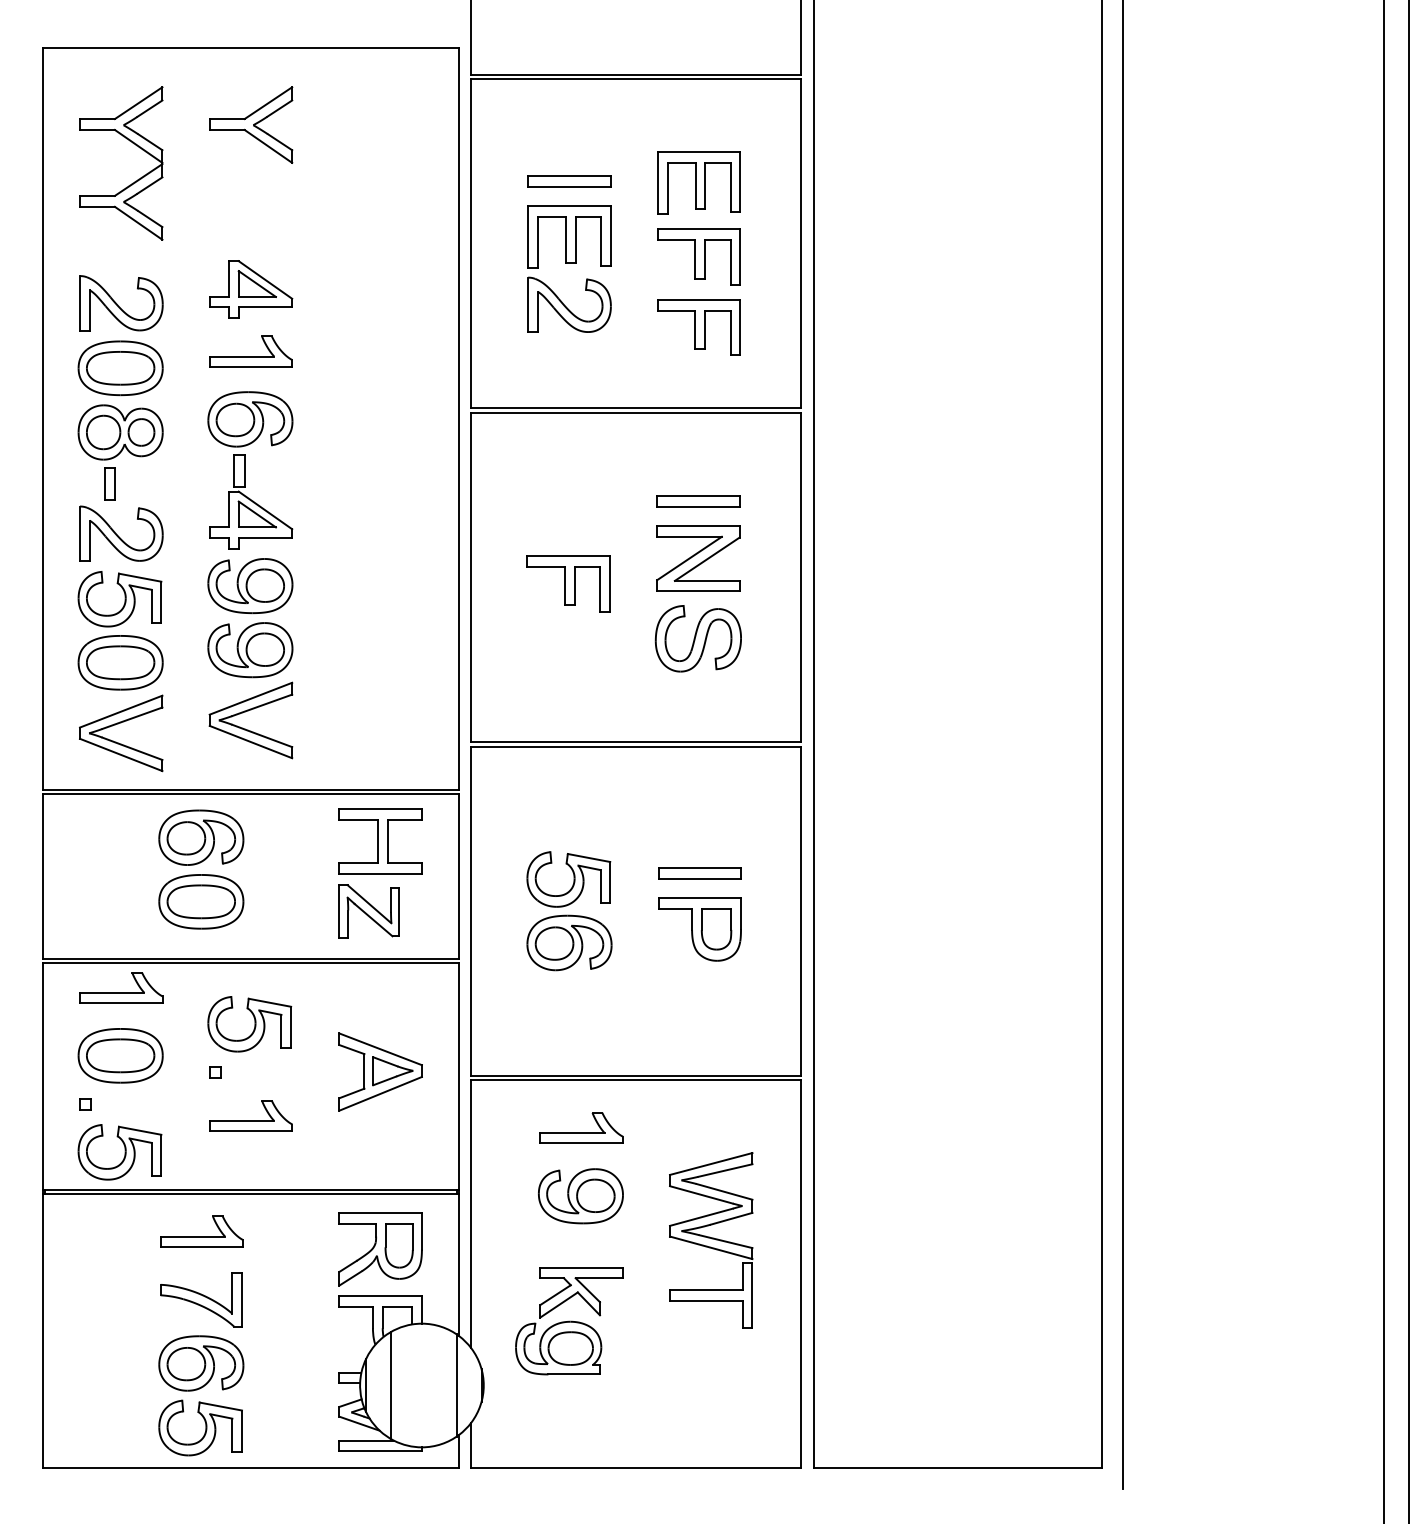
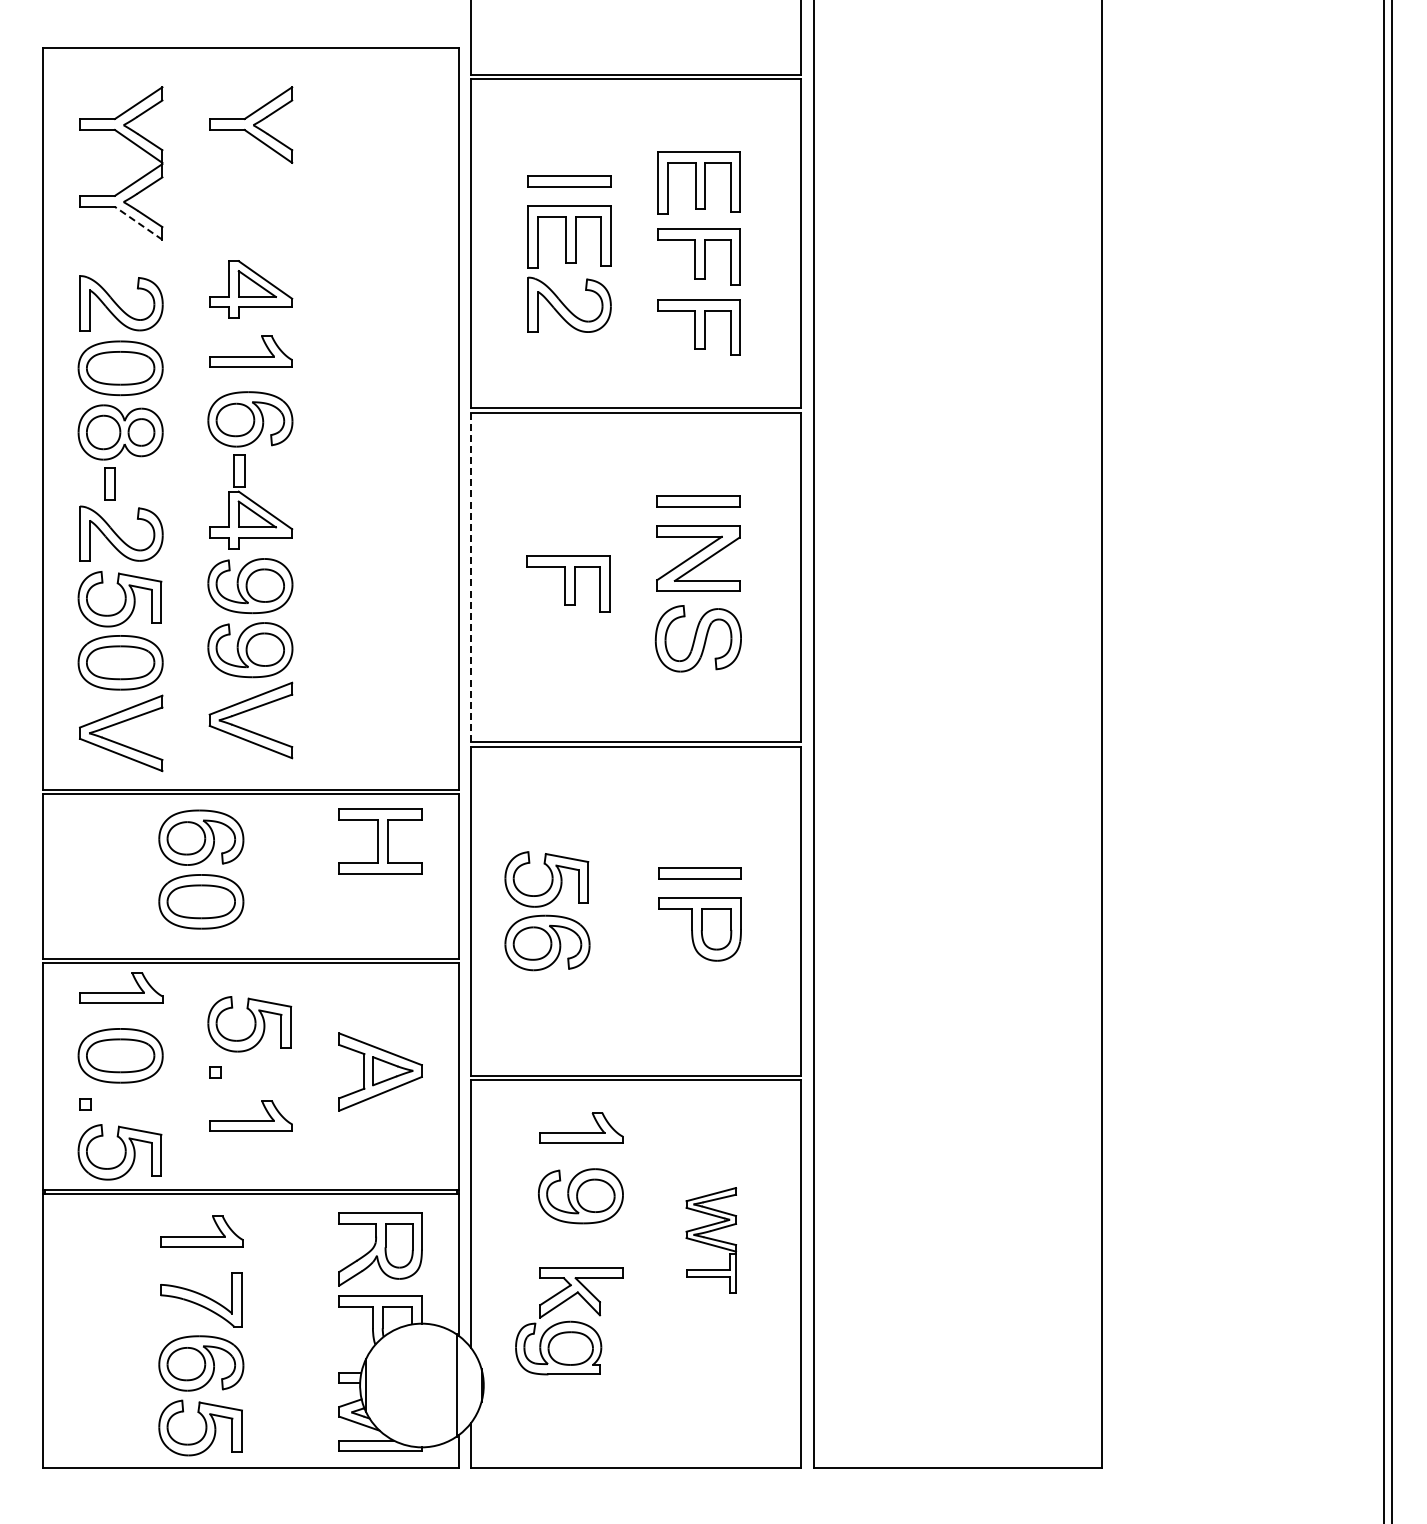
line at (138, 223): solid -> dashed
line at (471, 577): solid -> dashed
line at (1122, 745): present -> none
line at (1409, 761) position: (1409, 761) -> (1392, 761)
part at (368, 911): present -> none
part at (569, 911) position: (569, 911) -> (547, 911)
part at (711, 1240) size: 85x177 px -> 52x107 px
line at (390, 1385): present -> none
